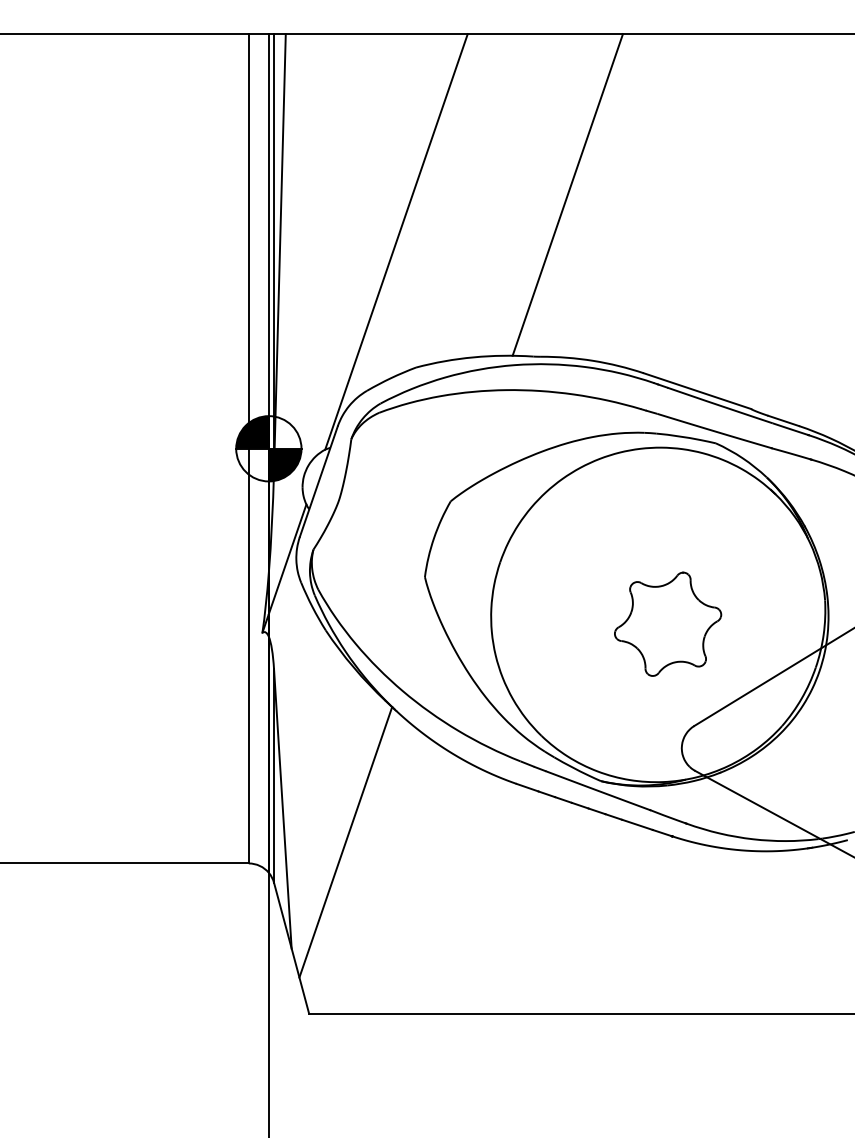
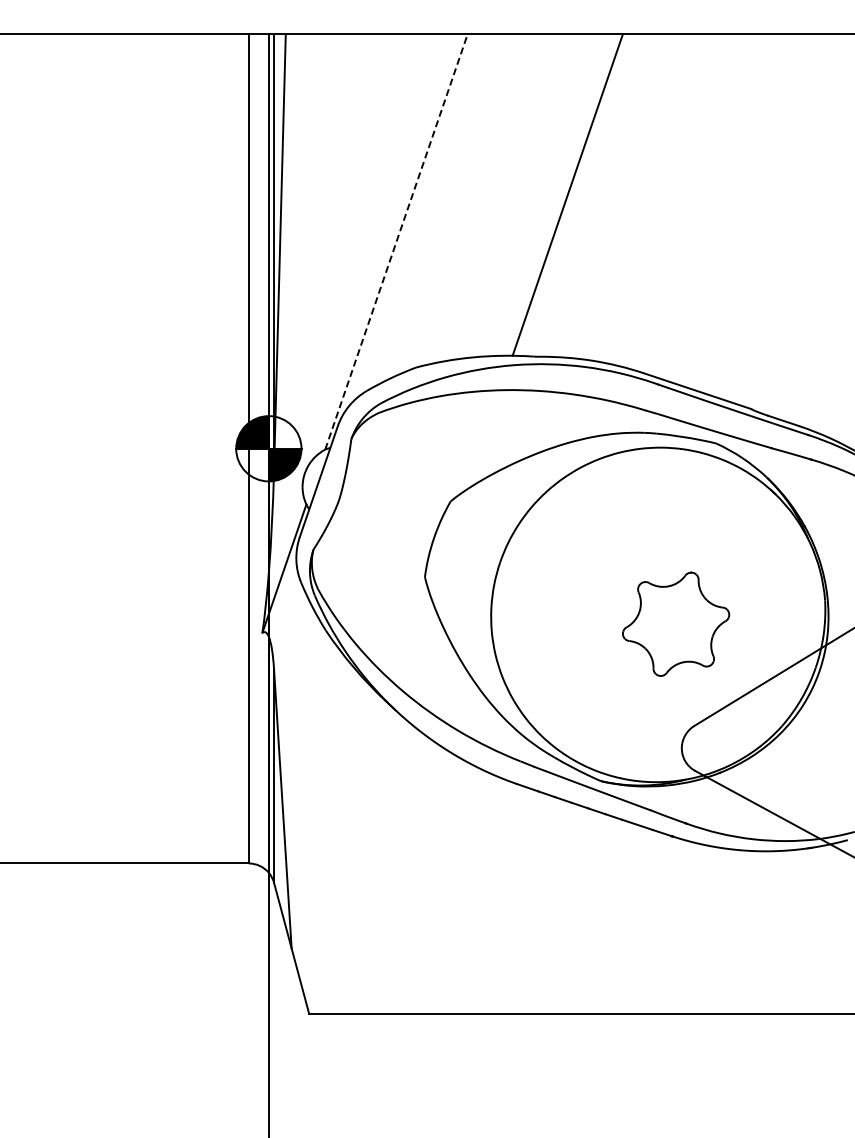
line at (396, 241): solid -> dashed
part at (668, 623) position: (668, 623) -> (676, 623)
line at (345, 842): present -> none
